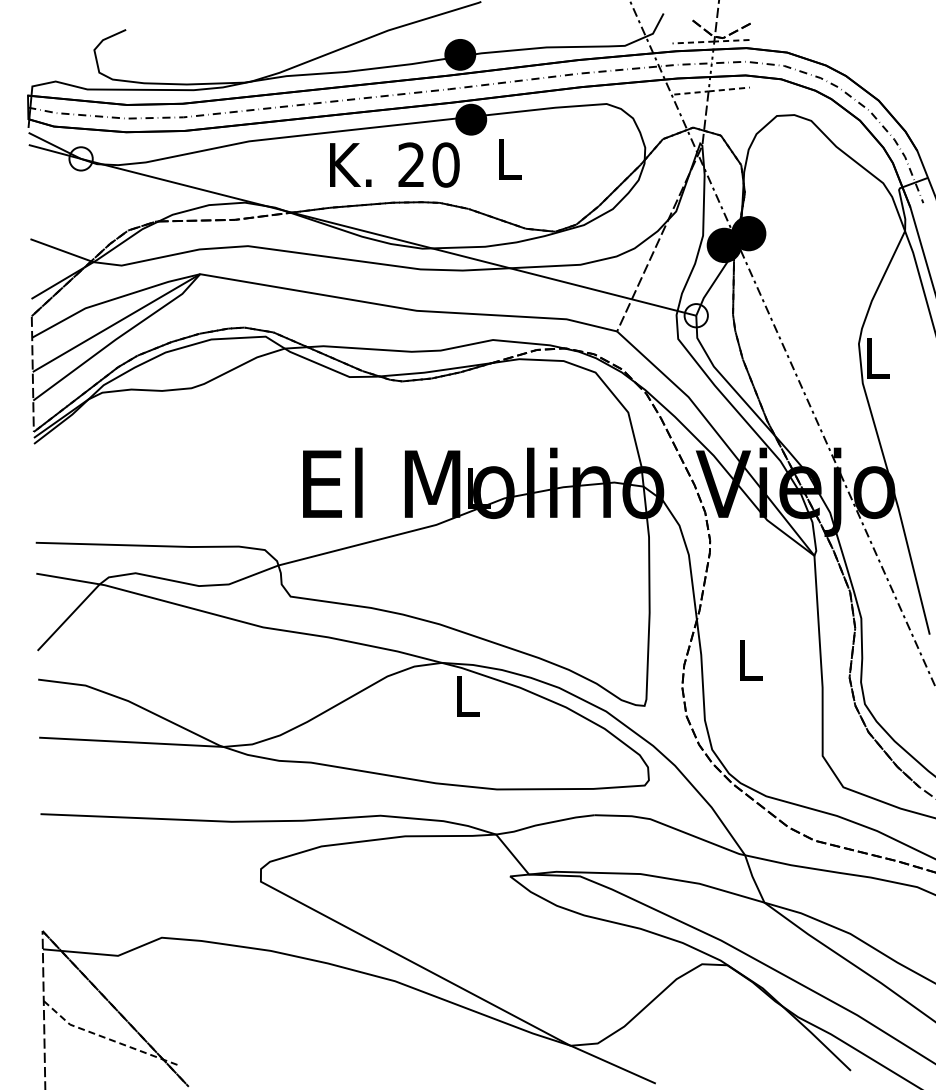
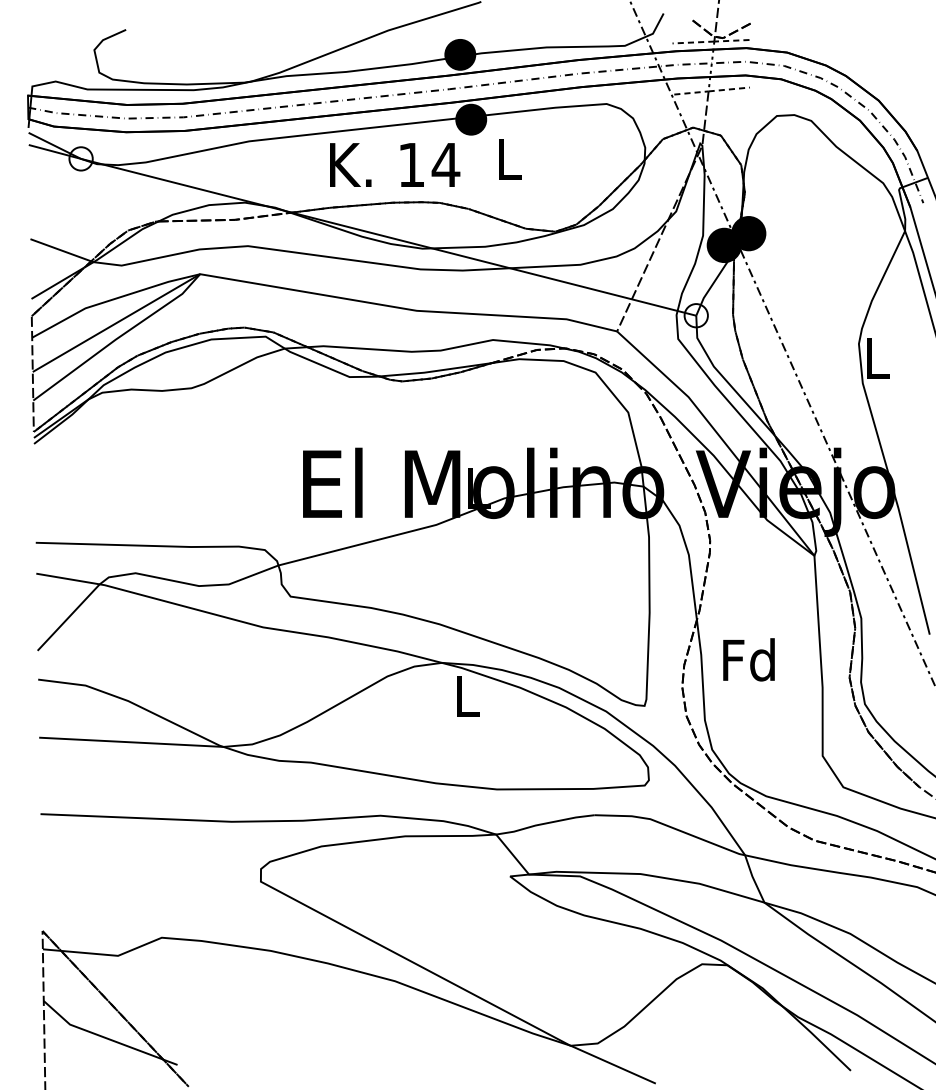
text at (429, 164): 20 -> 14
text at (748, 659): L -> Fd
line at (106, 1038): dashed -> solid
